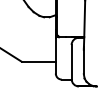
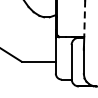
line at (84, 19): solid -> dashed
